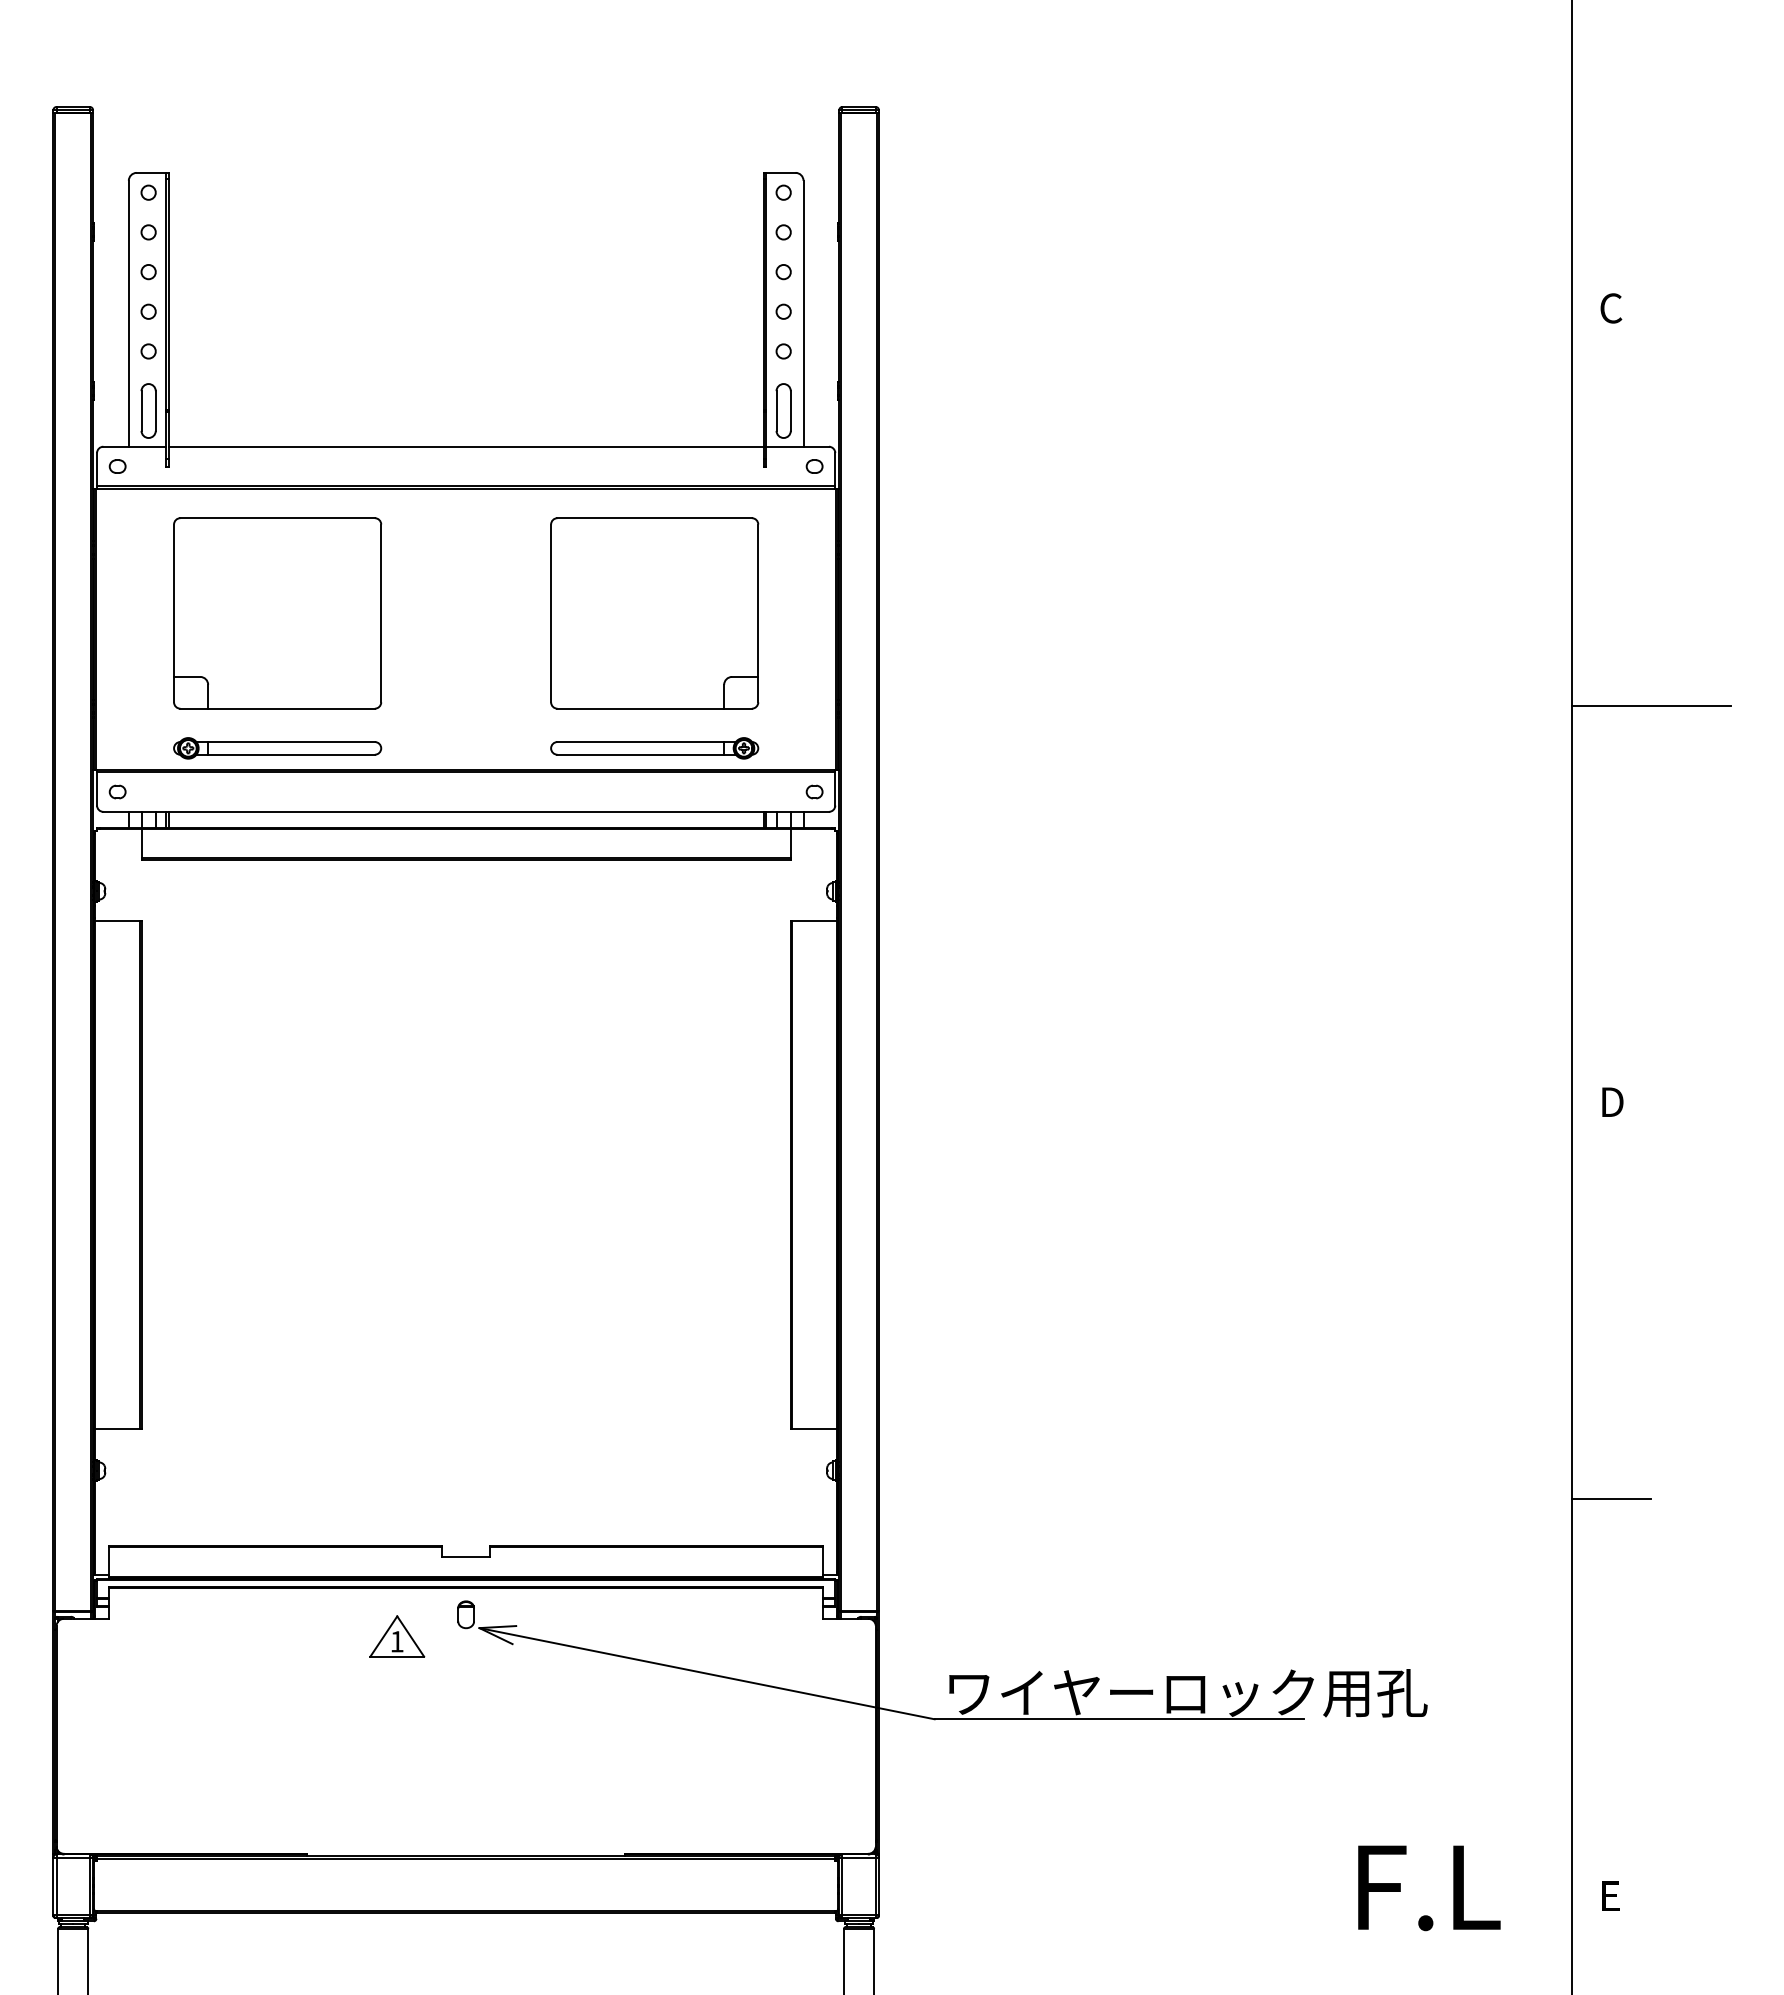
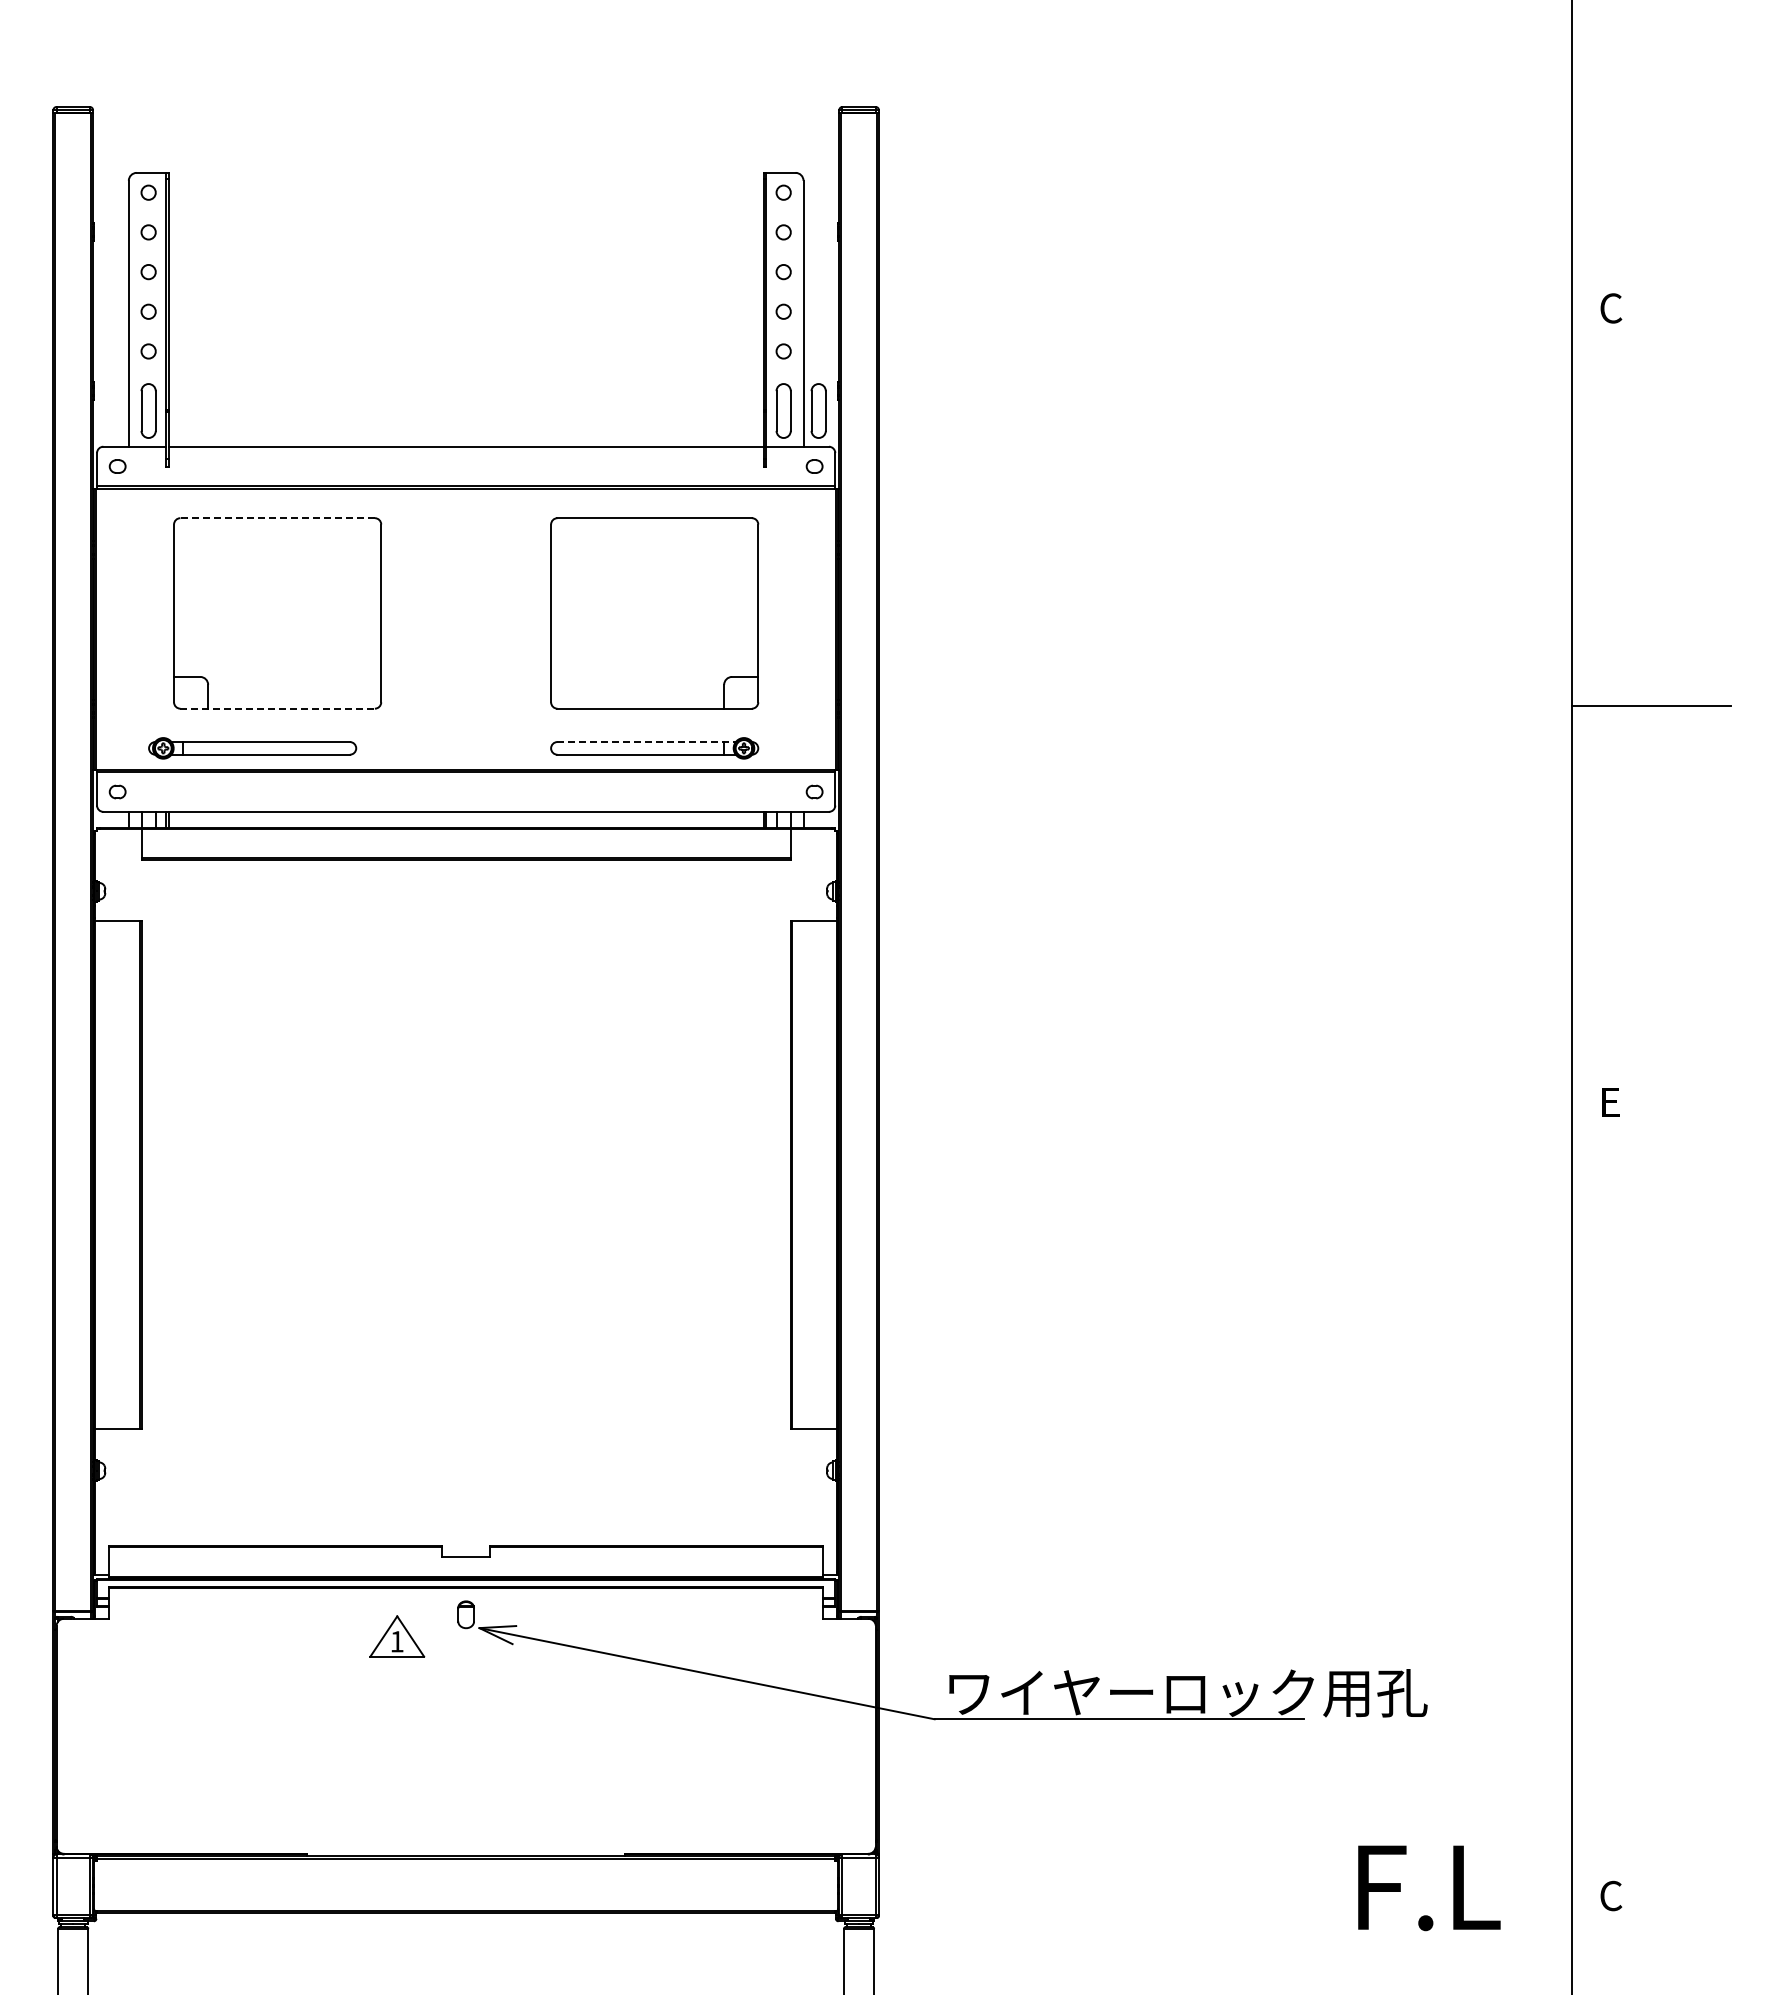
part at (818, 410): none -> present
line at (277, 518): solid -> dashed
line at (278, 708): solid -> dashed
line at (647, 742): solid -> dashed
part at (277, 748) position: (277, 748) -> (252, 748)
text at (1612, 1101): D -> E
line at (1611, 1499): present -> none
text at (1611, 1895): E -> C
